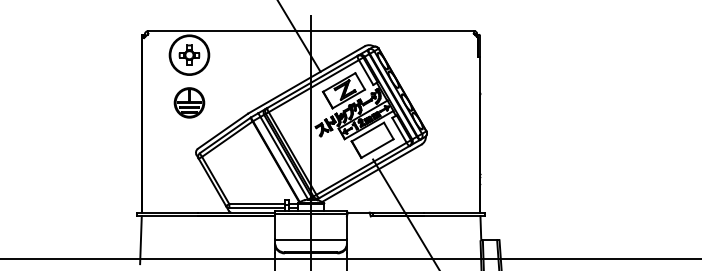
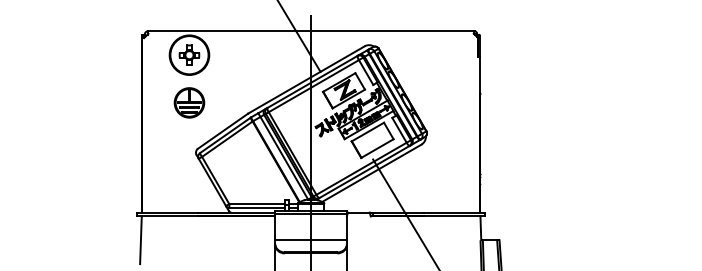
line at (350, 258): present -> none
